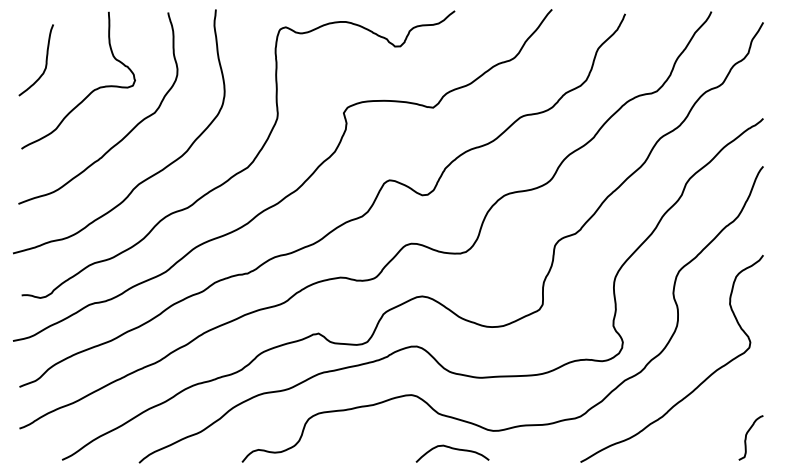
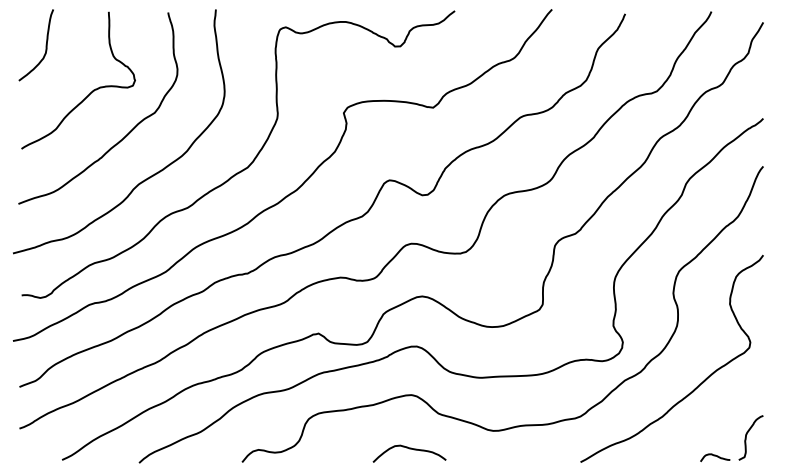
curve at (45, 60) position: (45, 60) -> (45, 45)
curve at (452, 449) position: (452, 449) -> (409, 449)
curve at (715, 456): none -> present
